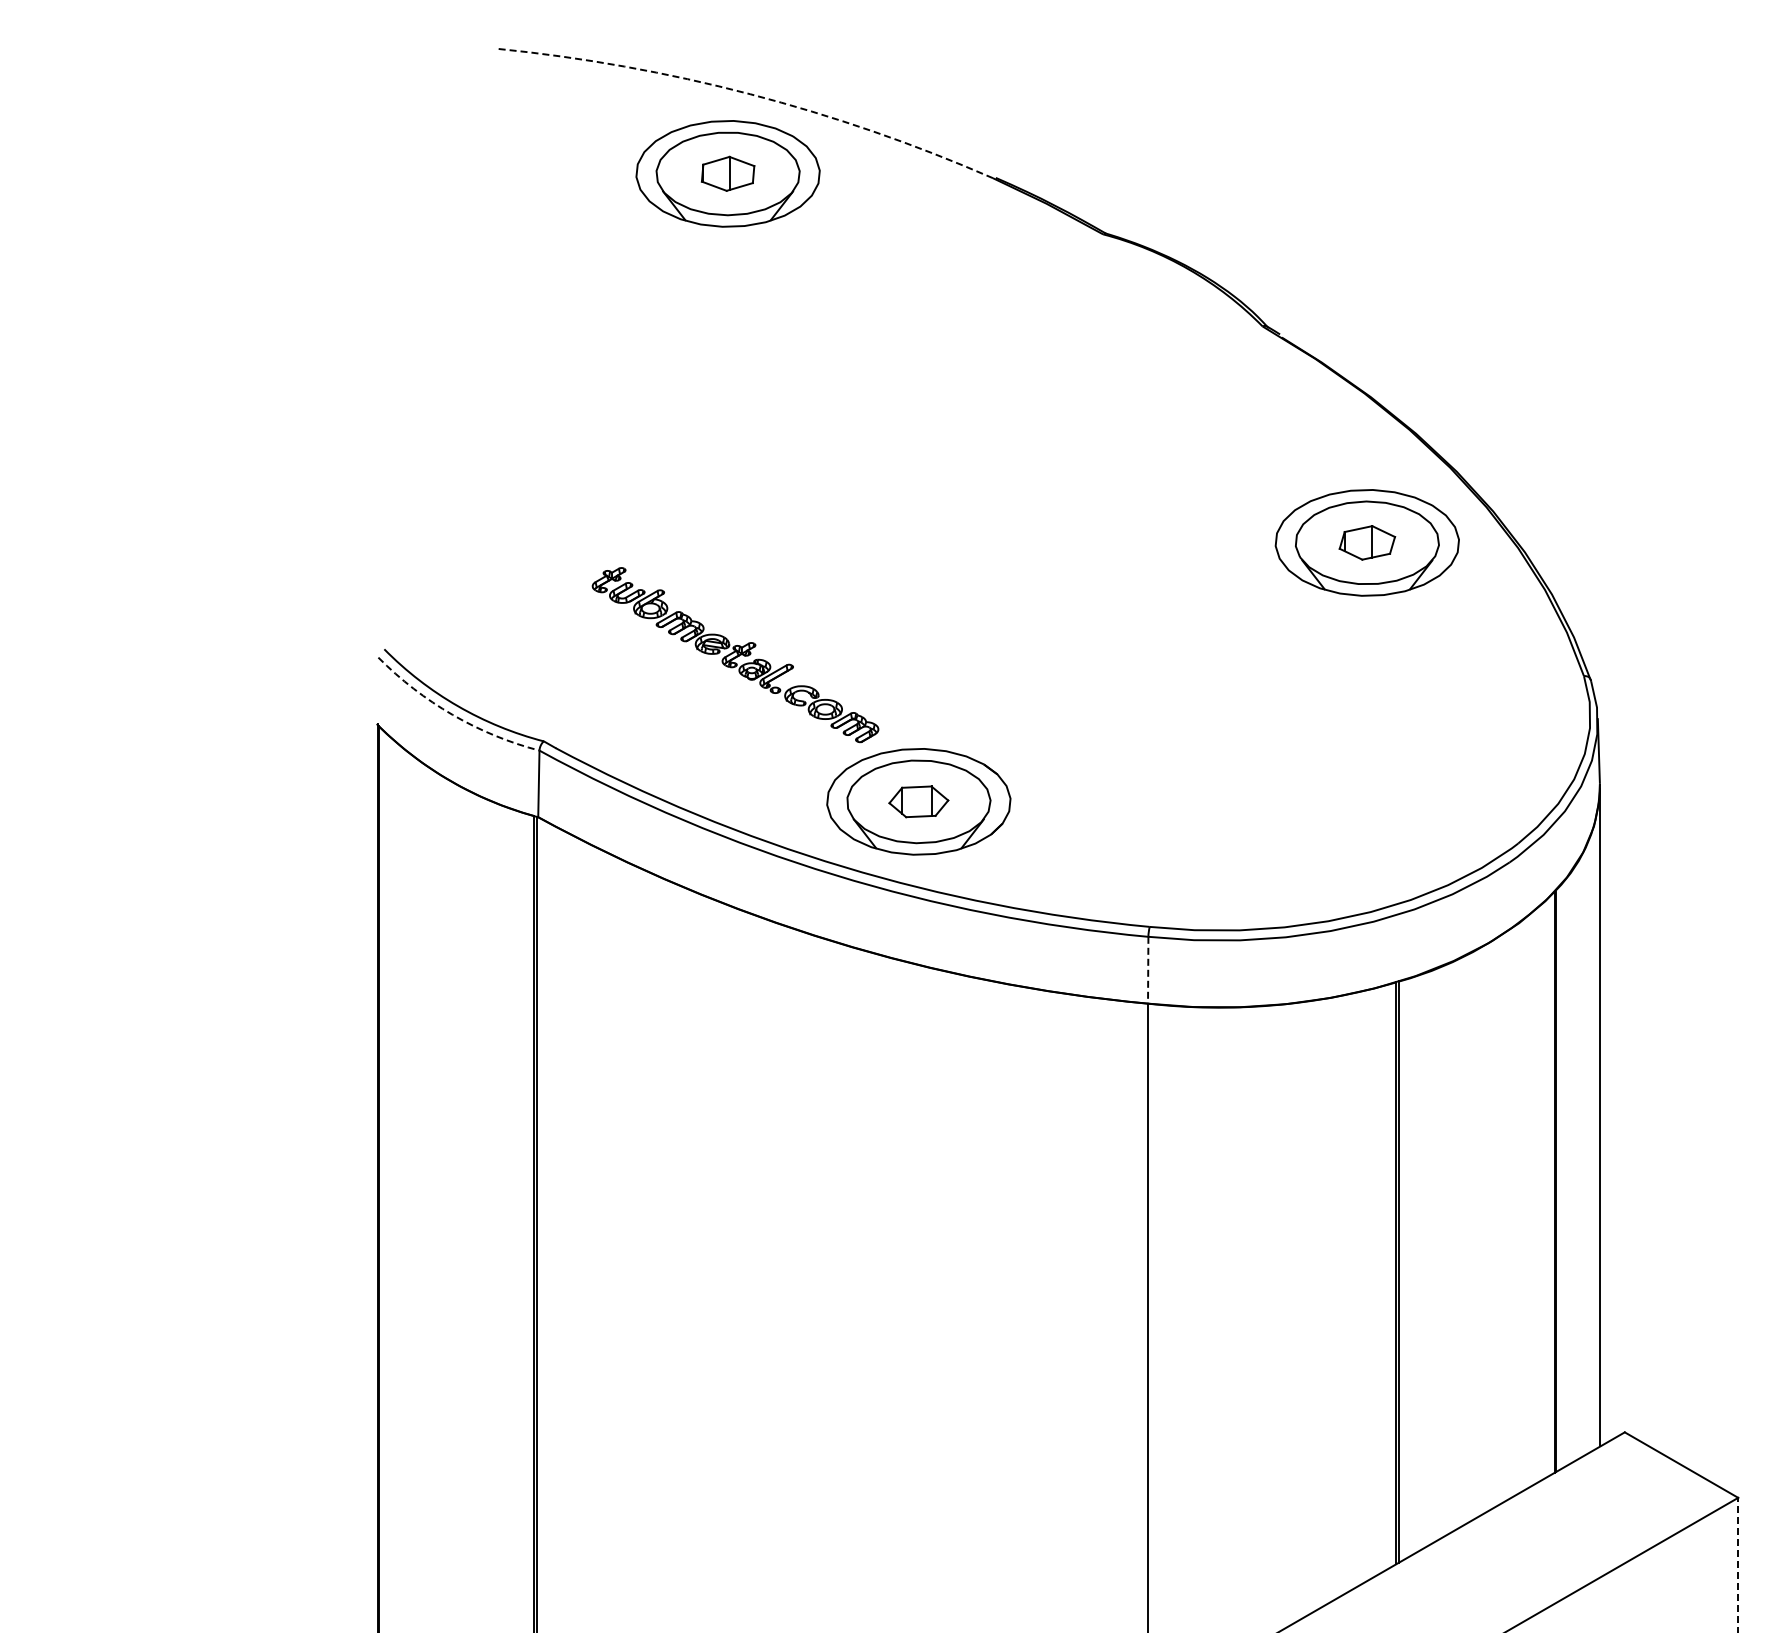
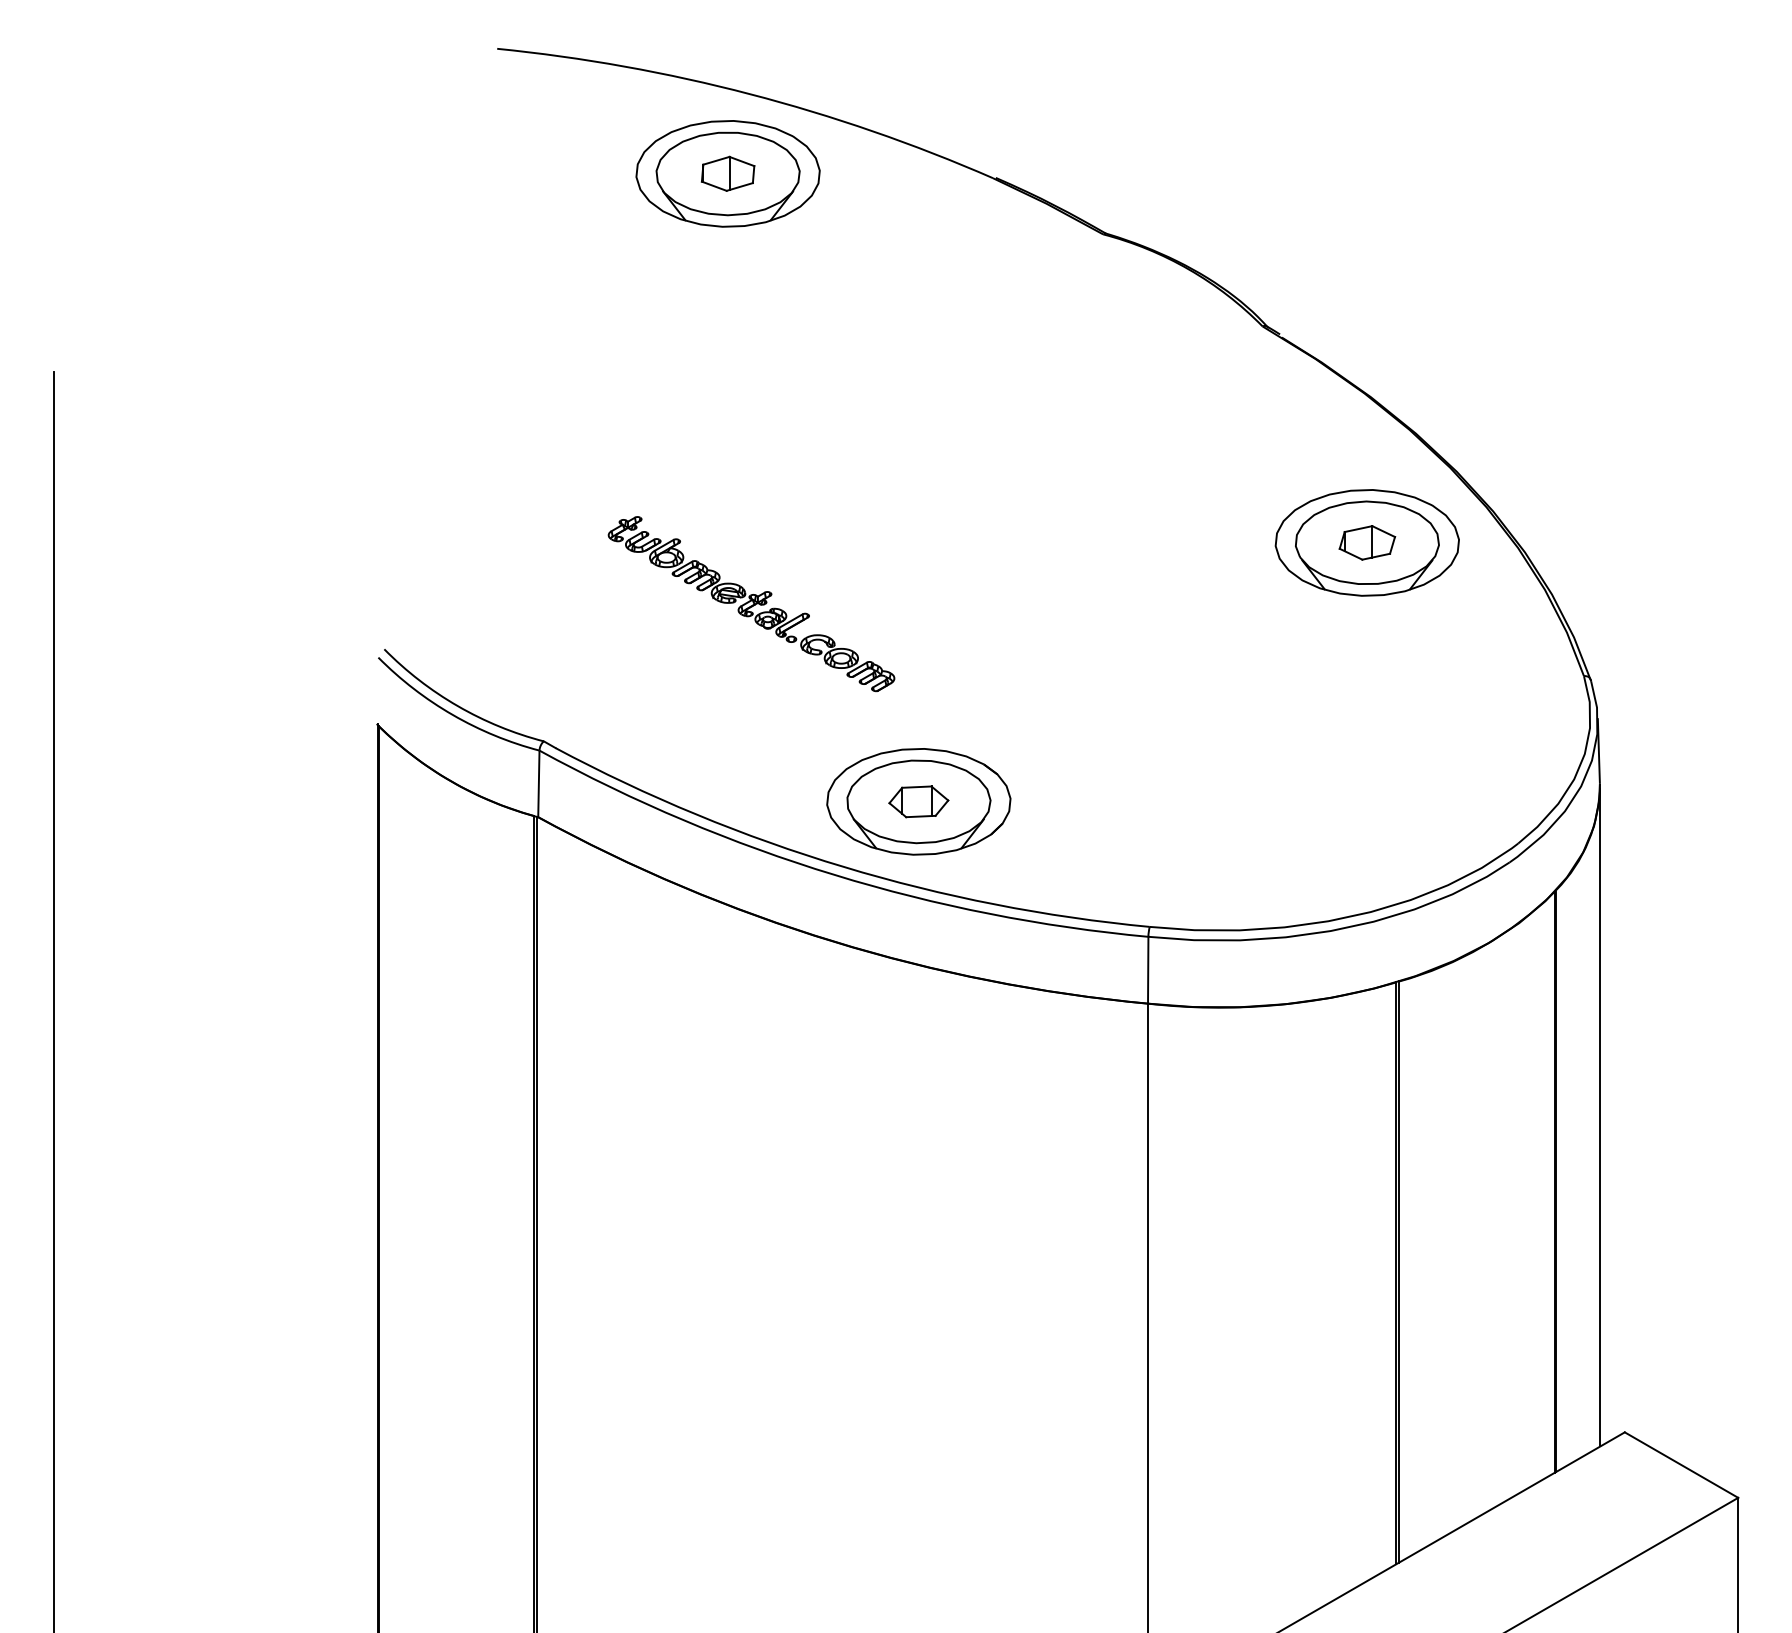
arc at (750, 94): dashed -> solid
part at (735, 655) position: (735, 655) -> (751, 604)
arc at (452, 714): dashed -> solid
line at (1148, 970): dashed -> solid
line at (53, 1000): none -> present
line at (1738, 1564): dashed -> solid
